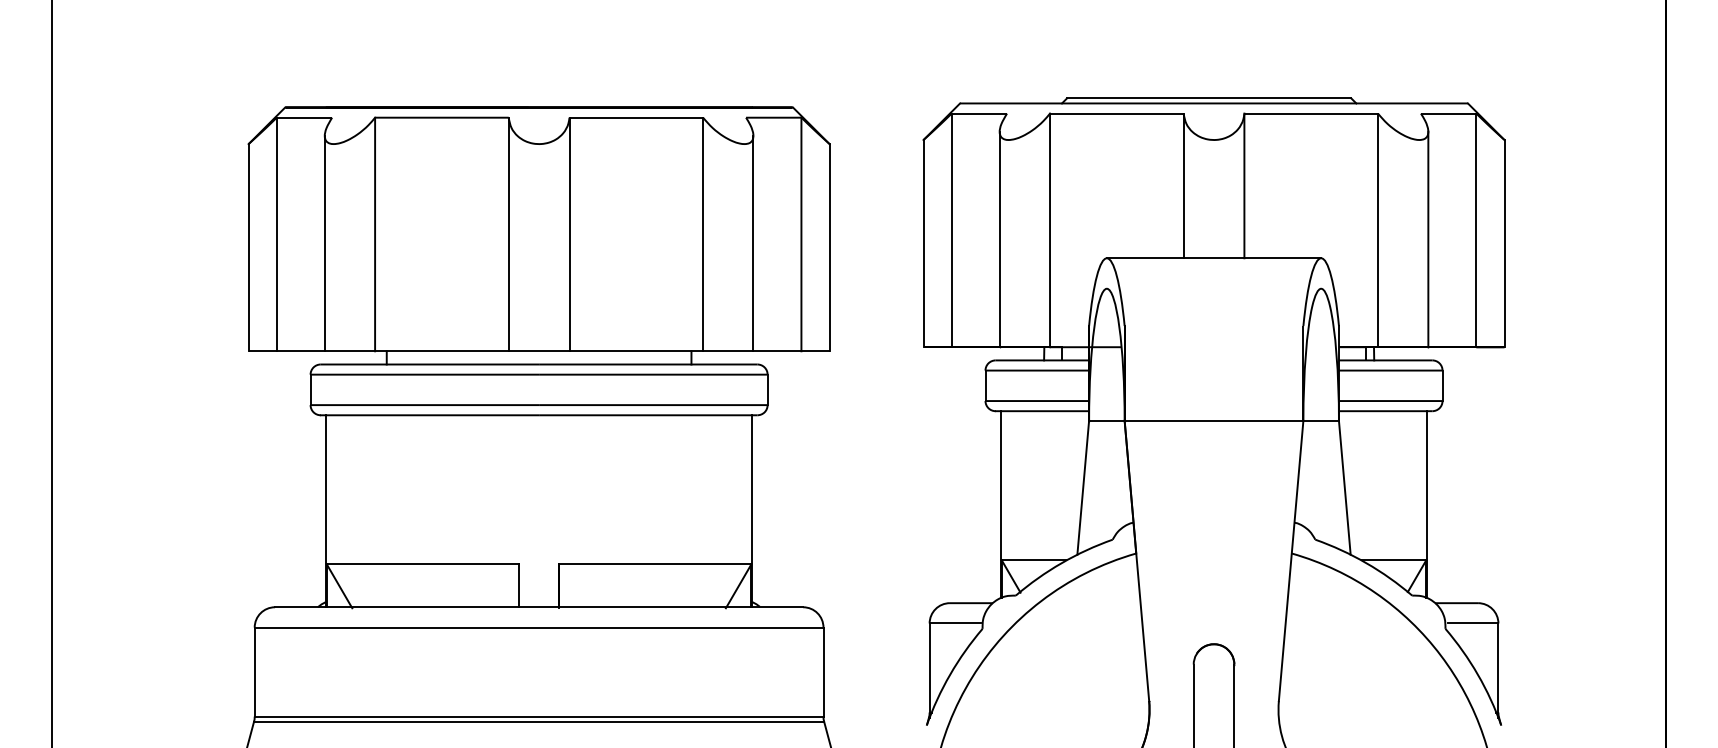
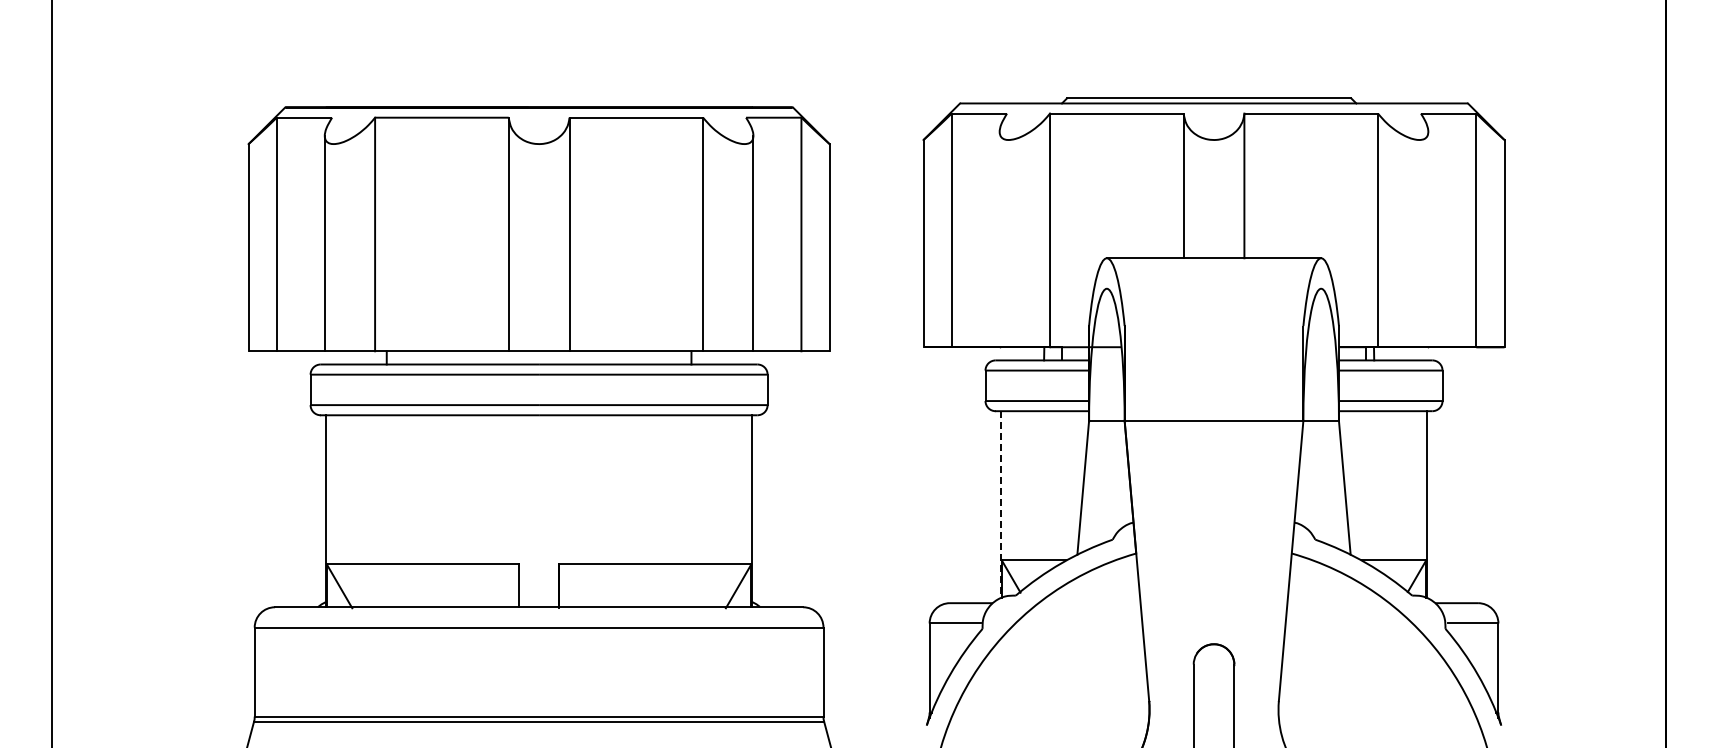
line at (999, 239): present -> none
line at (1428, 239): present -> none
line at (1000, 504): solid -> dashed
